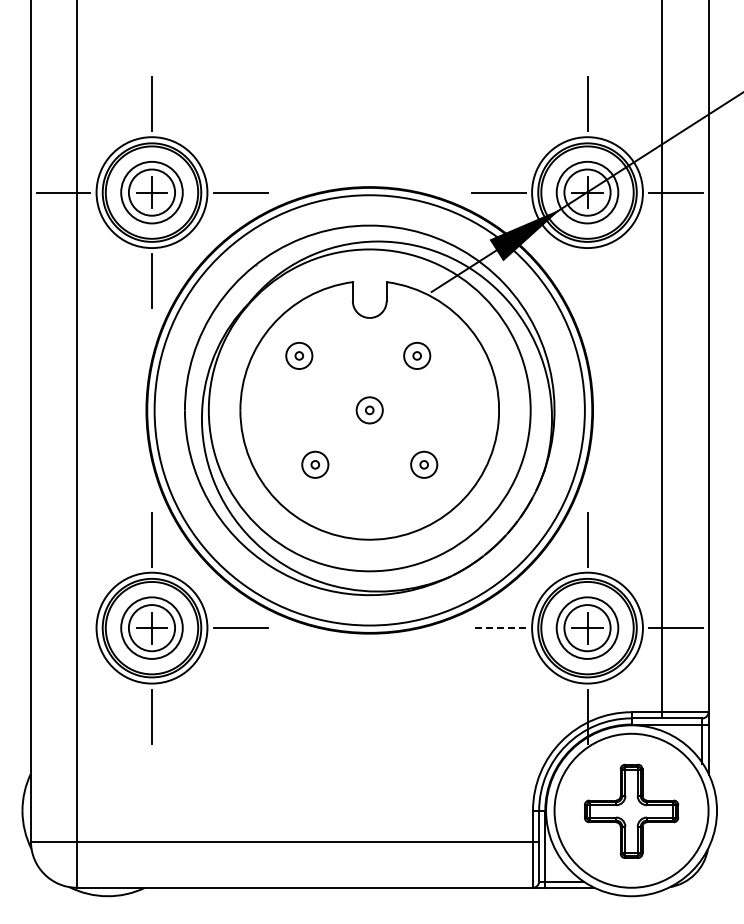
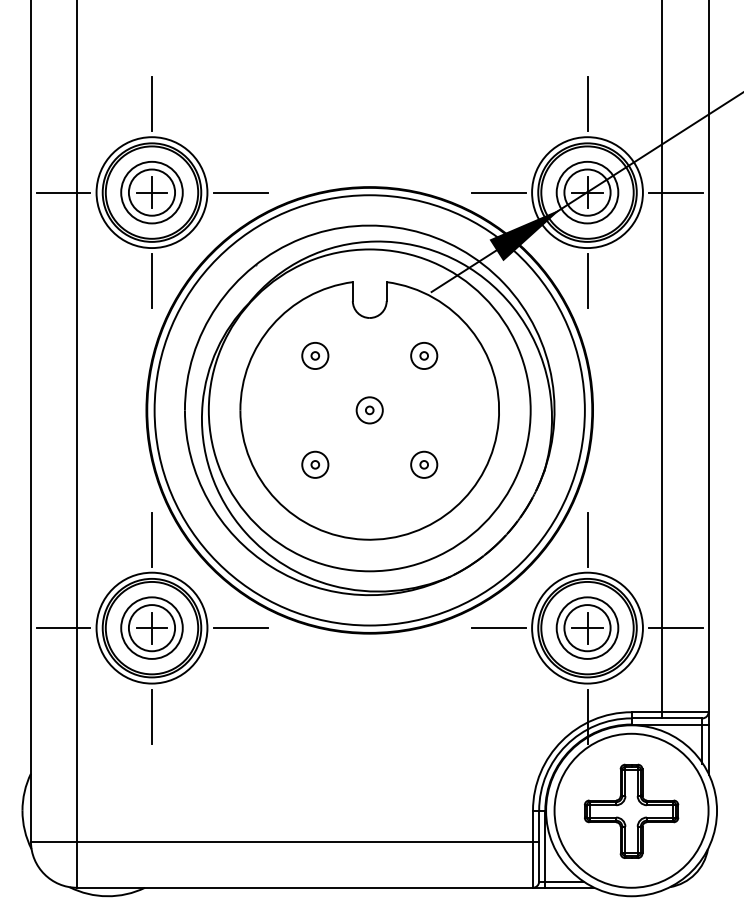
line at (587, 281): none -> present
part at (299, 355) position: (299, 355) -> (315, 355)
part at (417, 355) position: (417, 355) -> (424, 355)
line at (63, 628): none -> present
line at (498, 628): dashed -> solid
